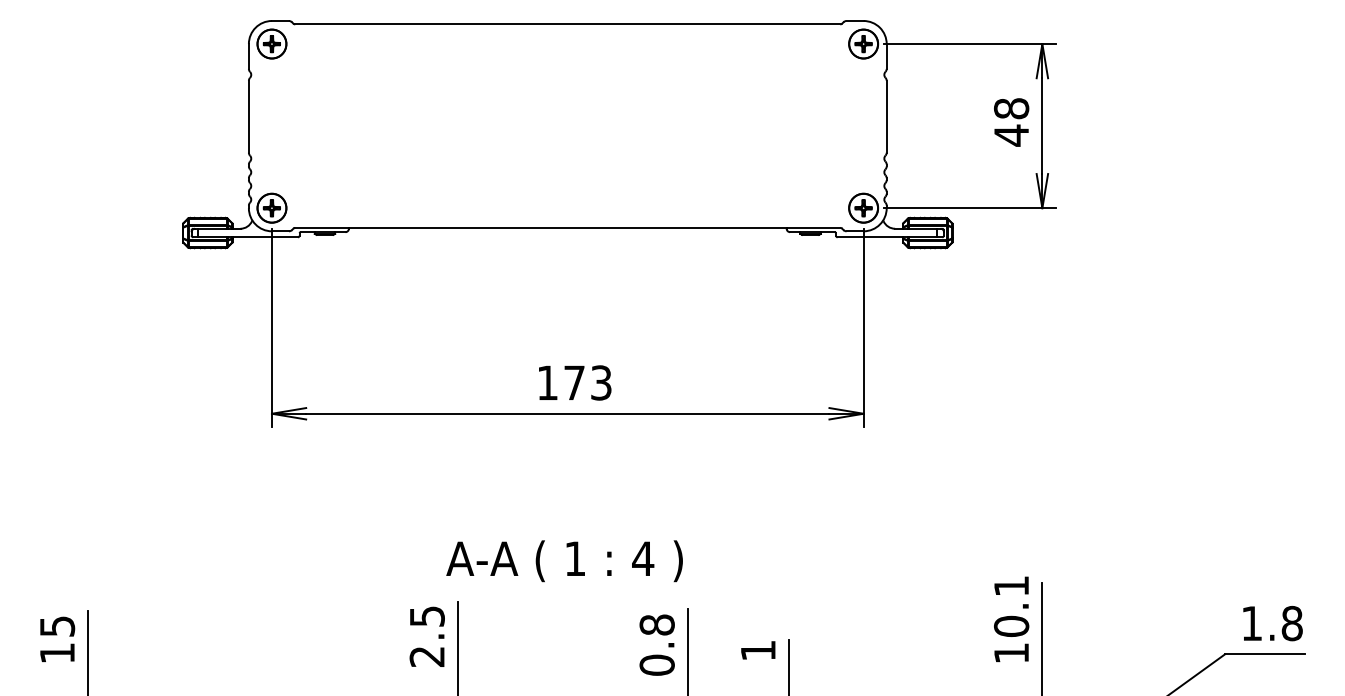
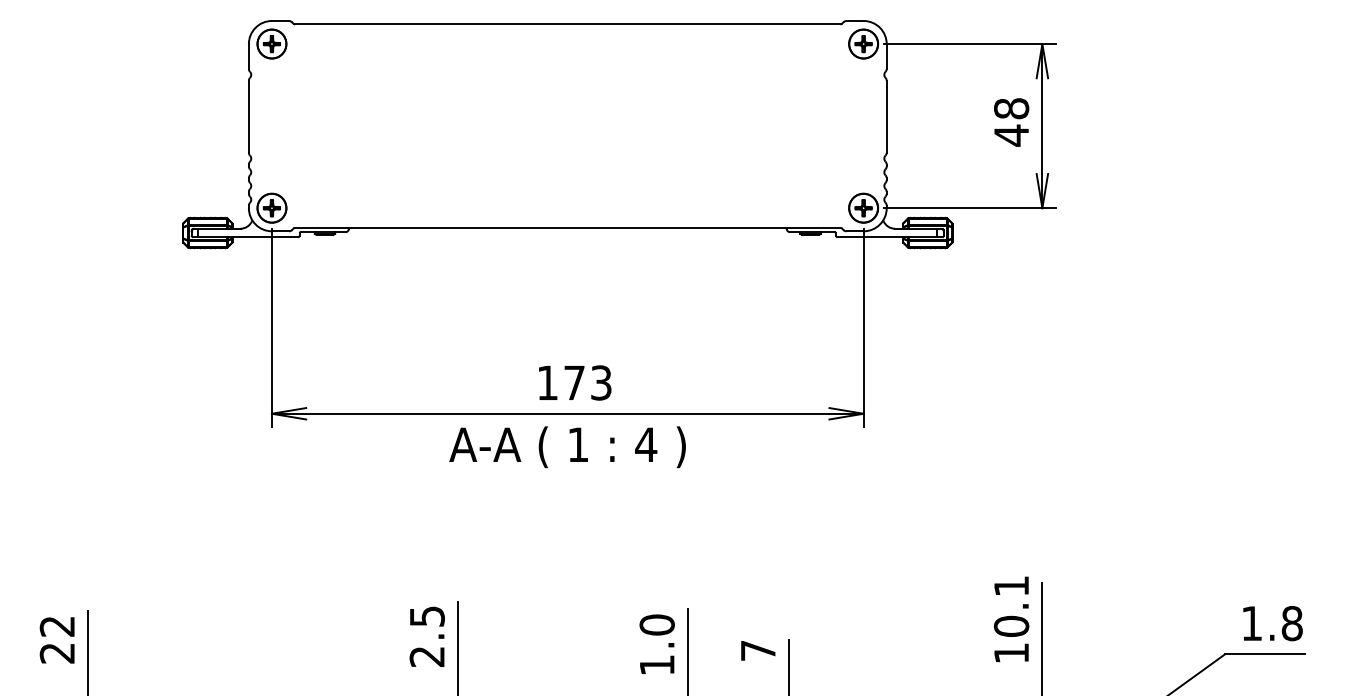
text at (564, 561) position: (564, 561) -> (567, 447)
text at (57, 639): 15 -> 22
text at (656, 644): 0.8 -> 1.0
text at (758, 650): 1 -> 7
